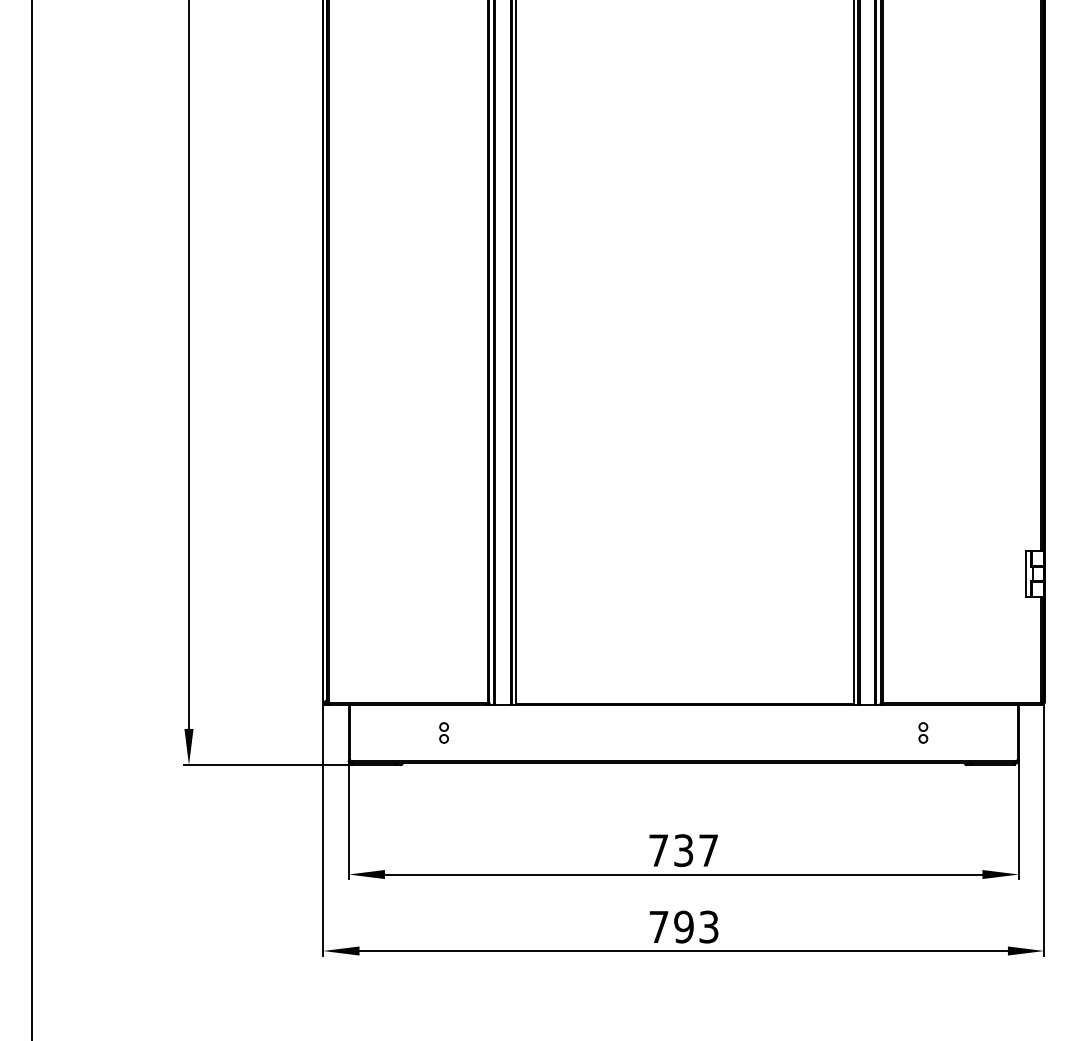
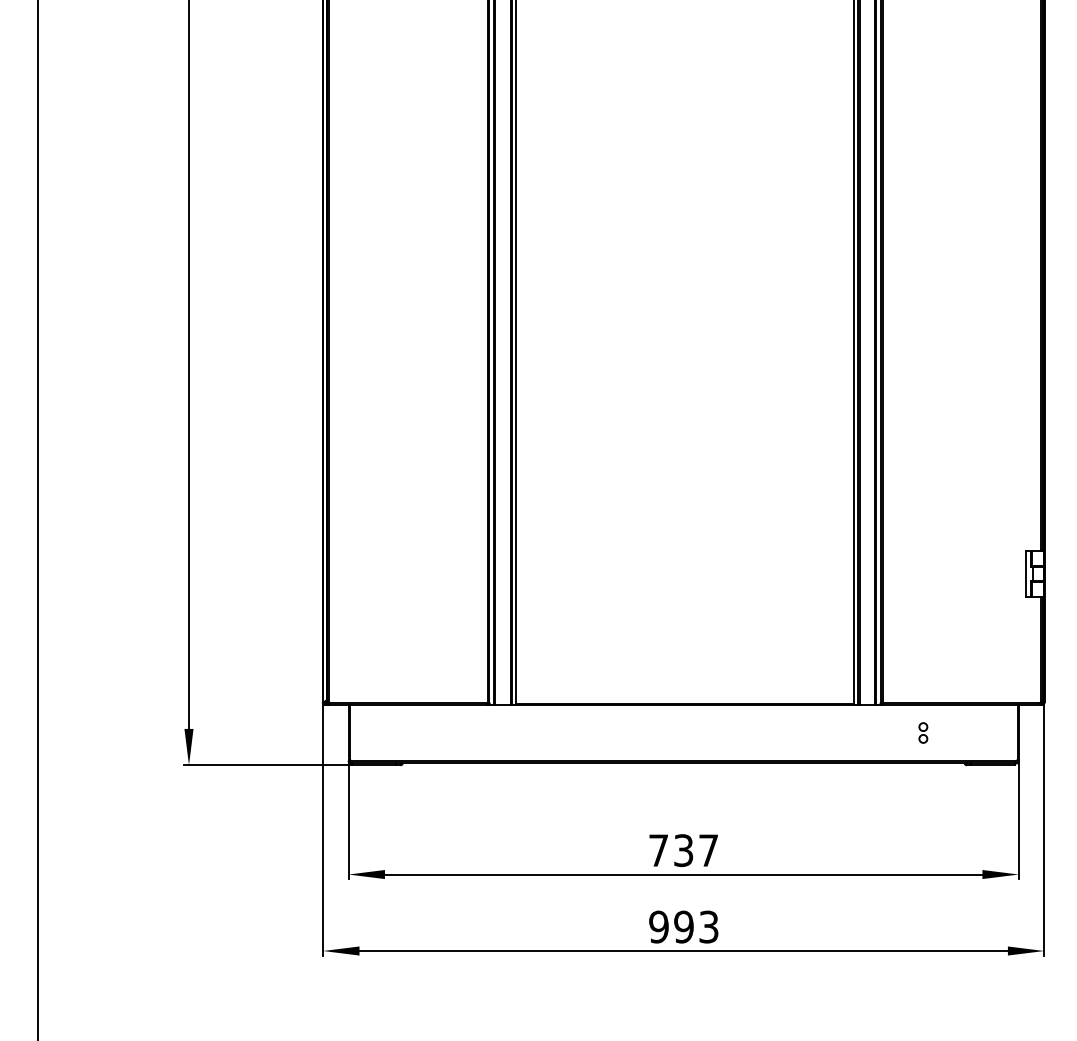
line at (32, 519) position: (32, 519) -> (38, 519)
part at (443, 732): present -> none
text at (658, 926): 793 -> 993
